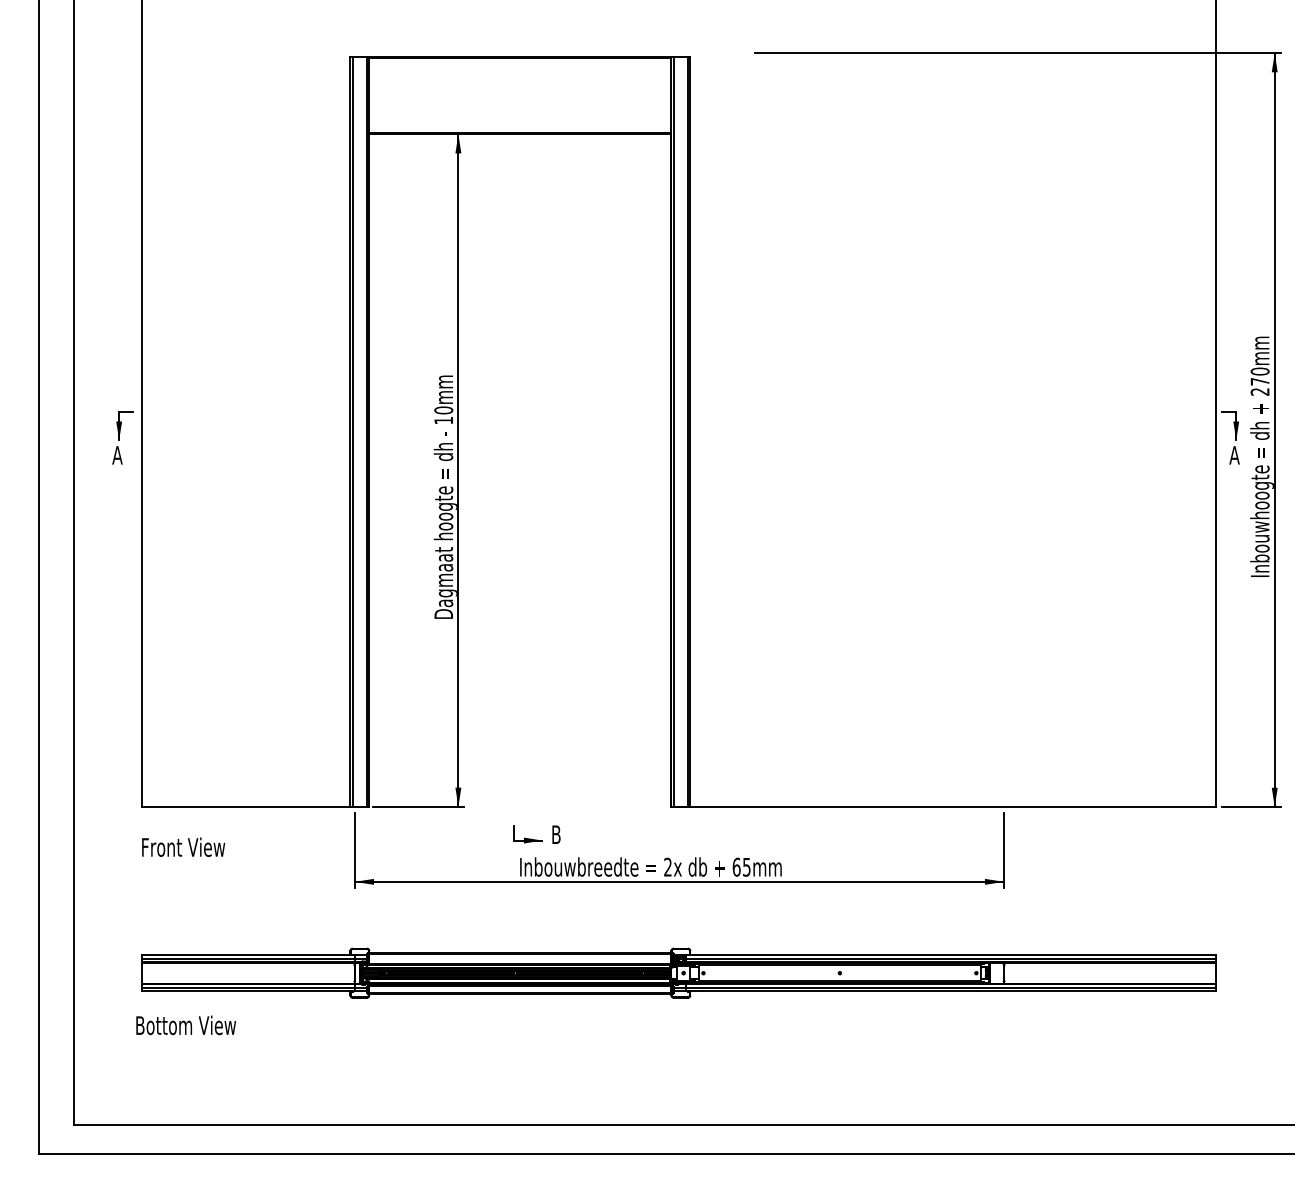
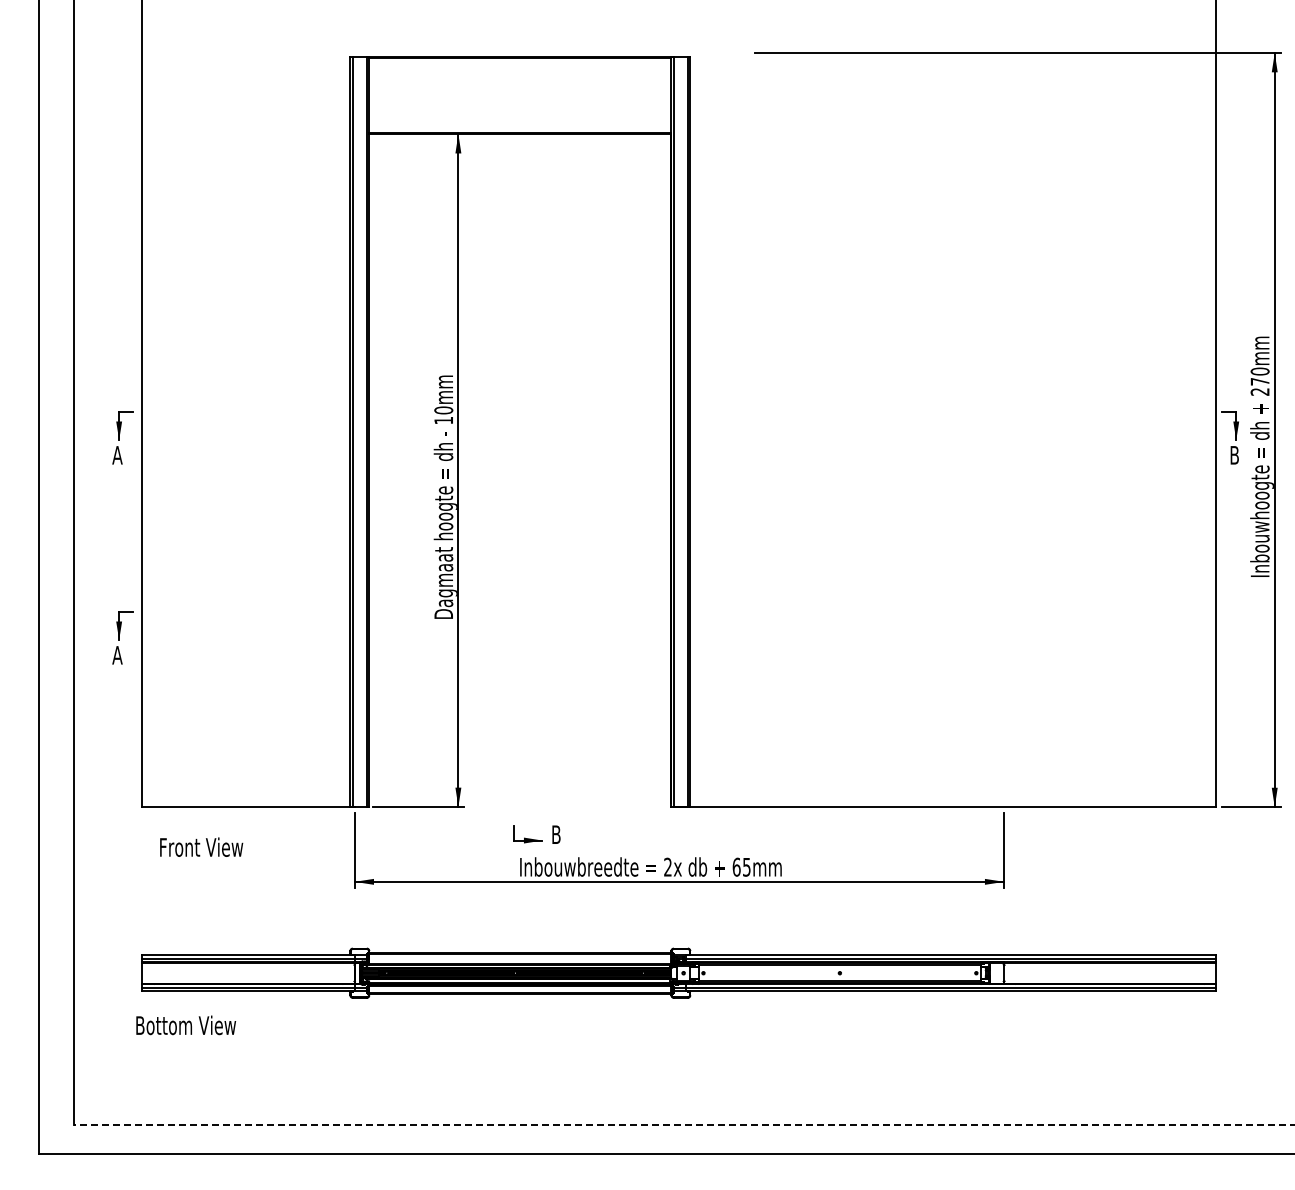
text at (1234, 455): A -> B
part at (122, 637): none -> present
text at (183, 846) position: (183, 846) -> (201, 846)
line at (684, 1125): solid -> dashed
